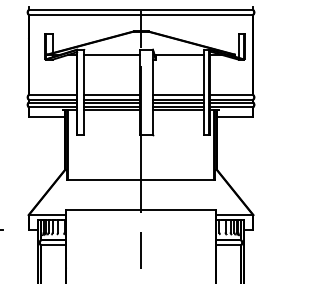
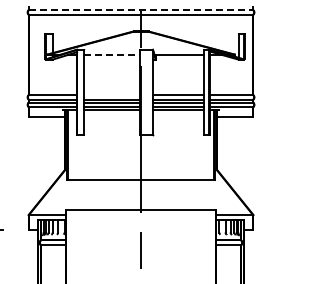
line at (141, 10): solid -> dashed
line at (112, 54): solid -> dashed
line at (112, 95): present -> none
